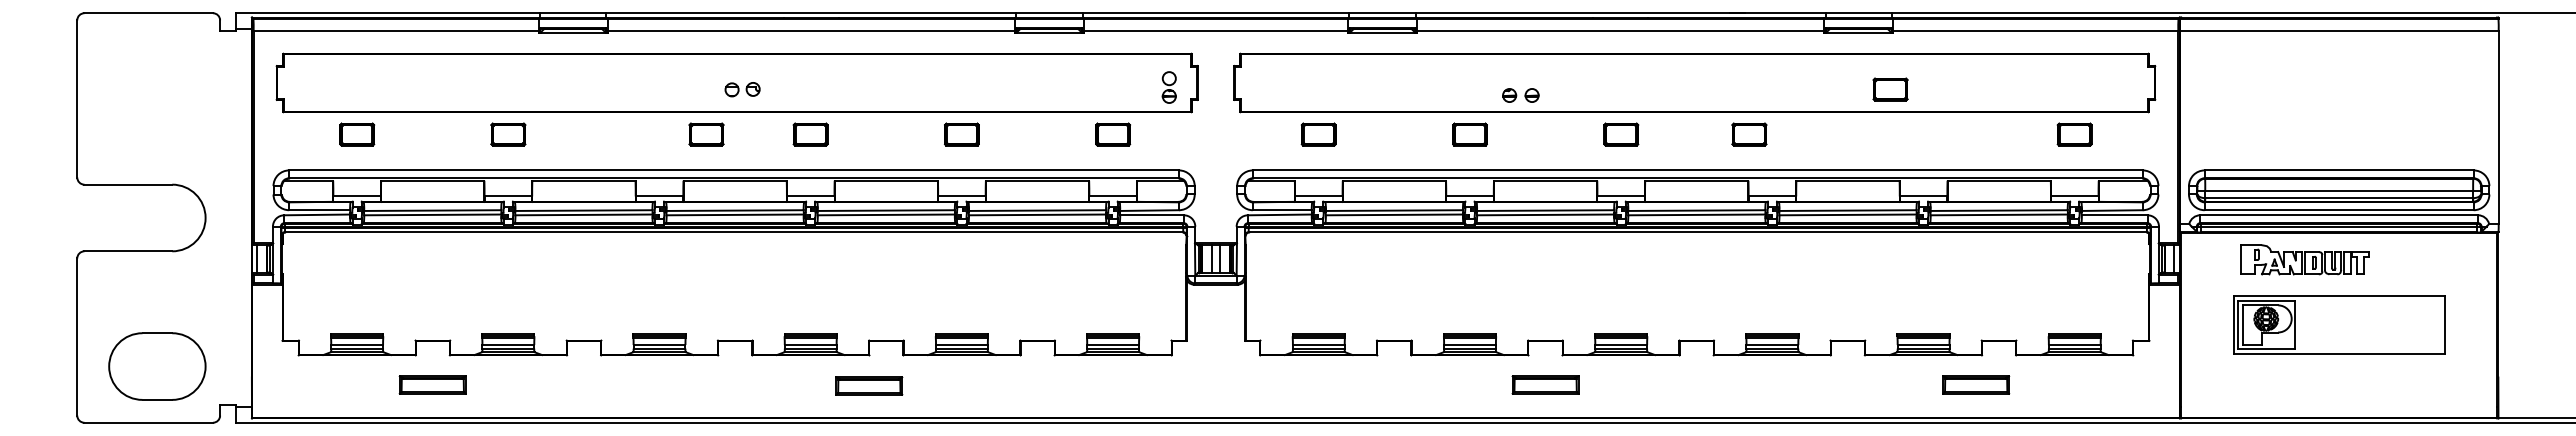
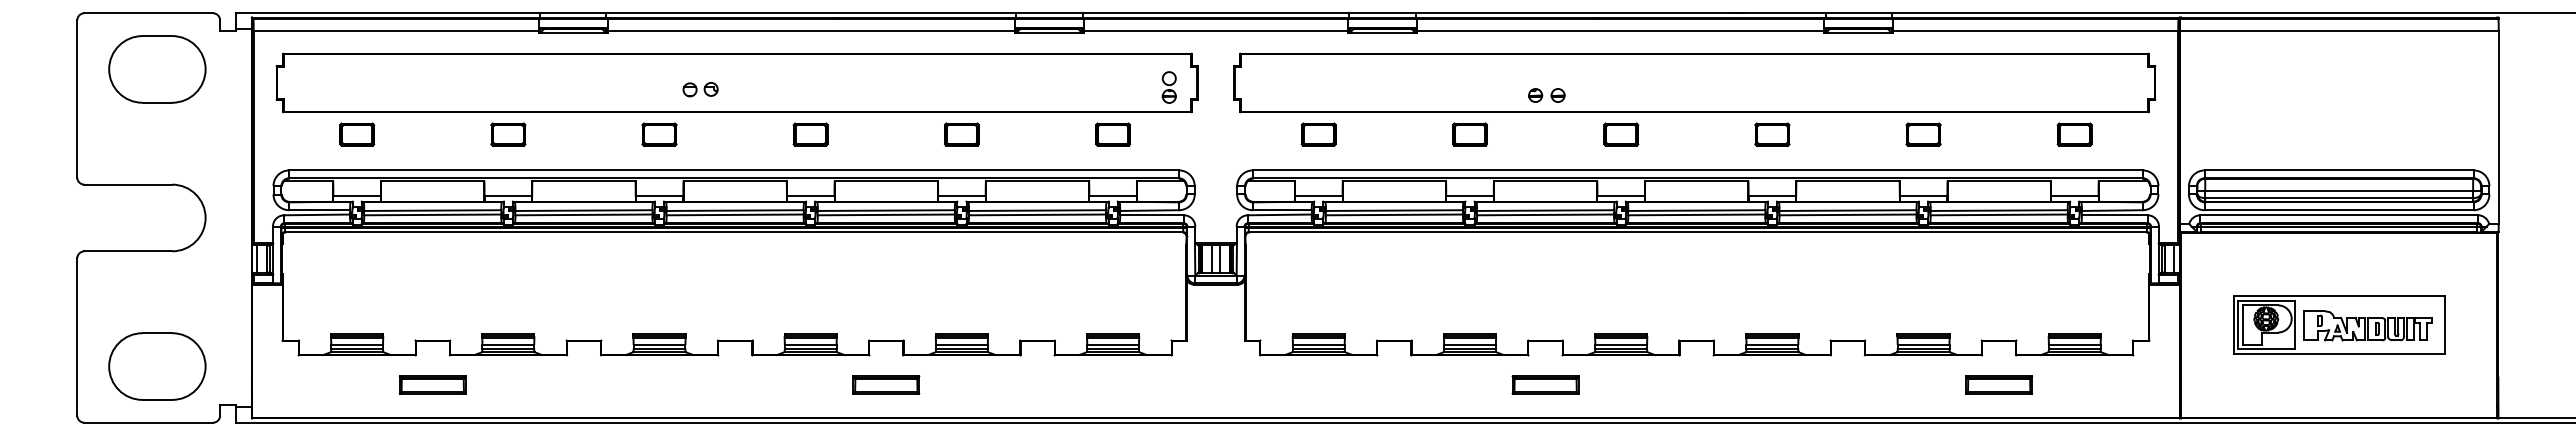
part at (157, 69): none -> present
part at (742, 89) position: (742, 89) -> (700, 89)
part at (1890, 89) position: (1890, 89) -> (1923, 134)
part at (1520, 95) position: (1520, 95) -> (1546, 95)
part at (706, 134) position: (706, 134) -> (659, 134)
part at (1749, 134) position: (1749, 134) -> (1772, 134)
part at (2304, 259) position: (2304, 259) -> (2367, 325)
part at (1976, 384) position: (1976, 384) -> (1999, 384)
part at (869, 385) position: (869, 385) -> (886, 384)
